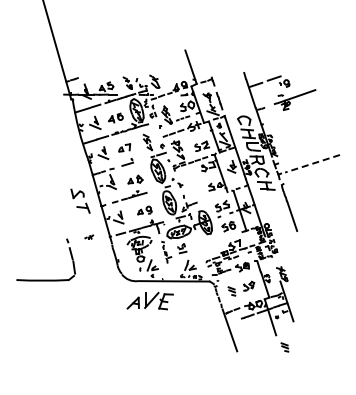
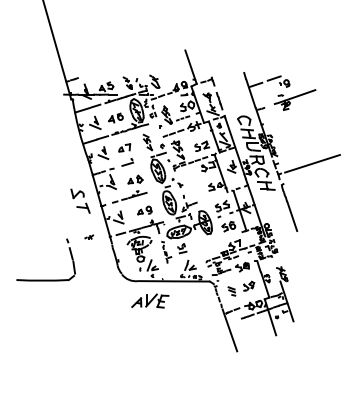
line at (312, 163): dashed -> solid
part at (149, 300) size: 48x20 px -> 39x16 px
part at (284, 347): present -> none
